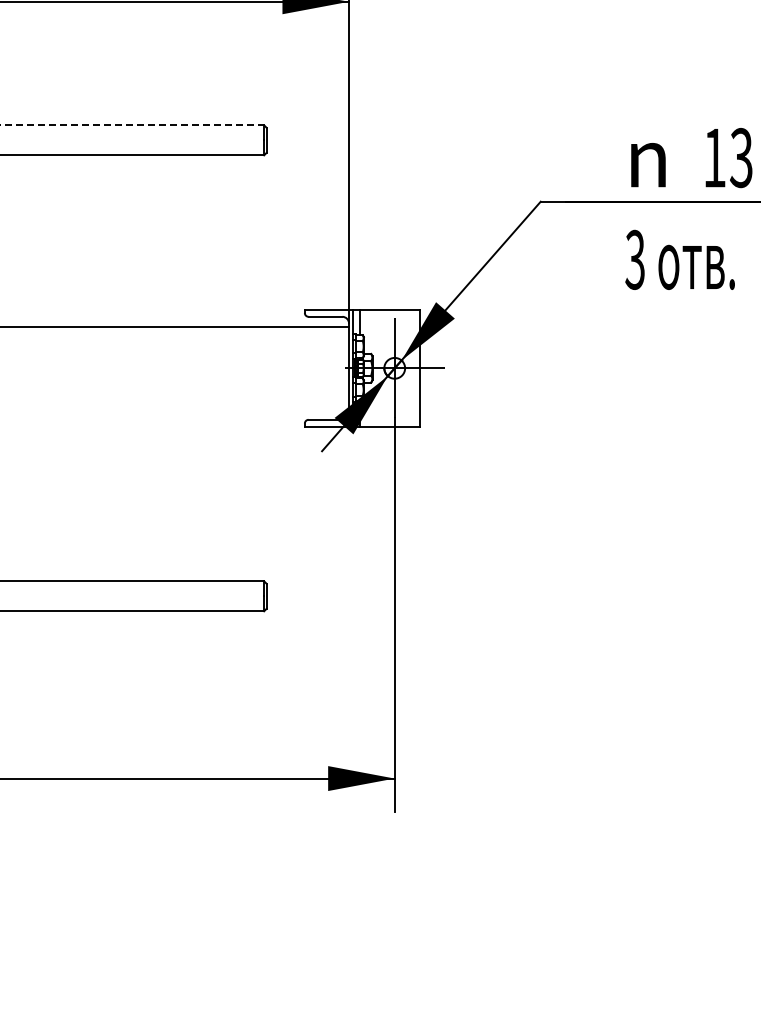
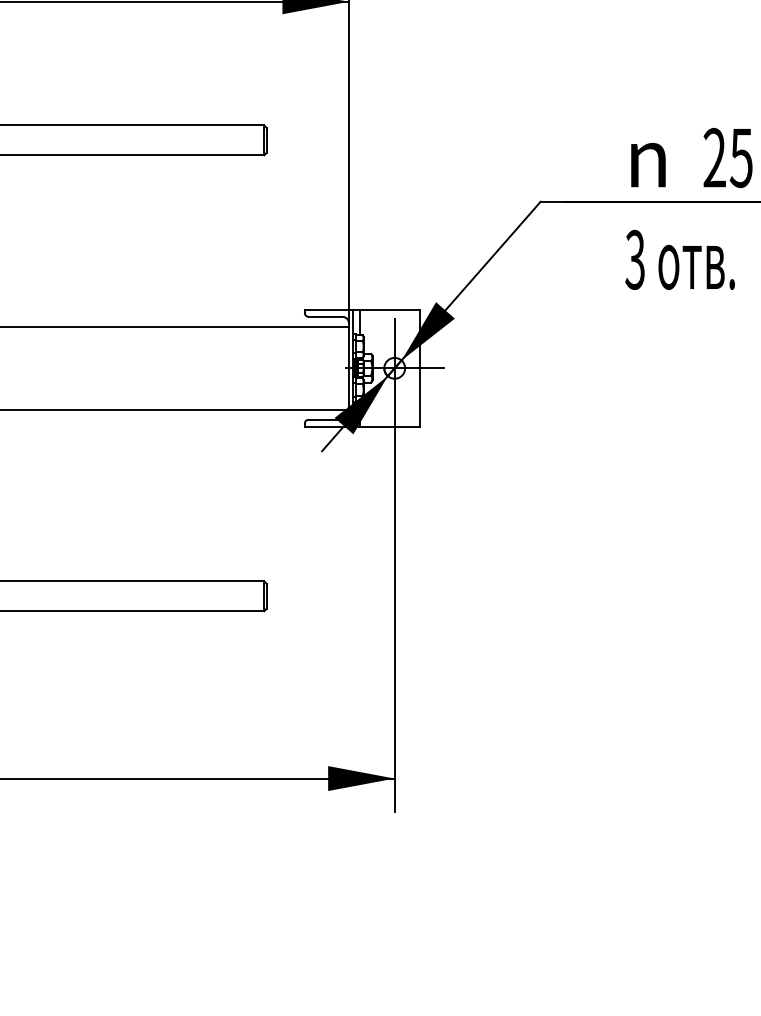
line at (132, 125): dashed -> solid
text at (727, 157): 13 -> 25
line at (175, 409): none -> present
